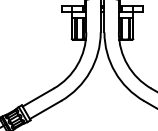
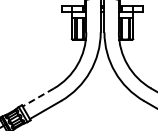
line at (37, 97): solid -> dashed
